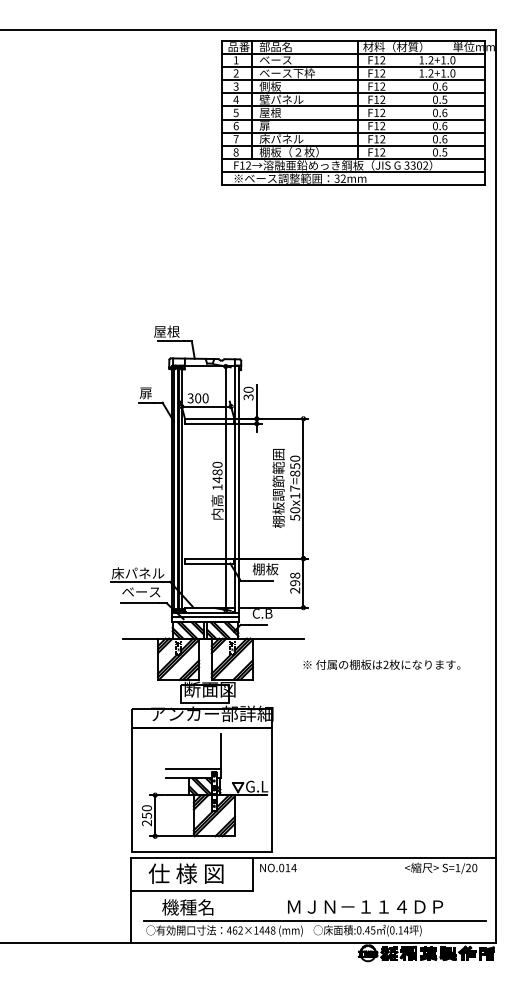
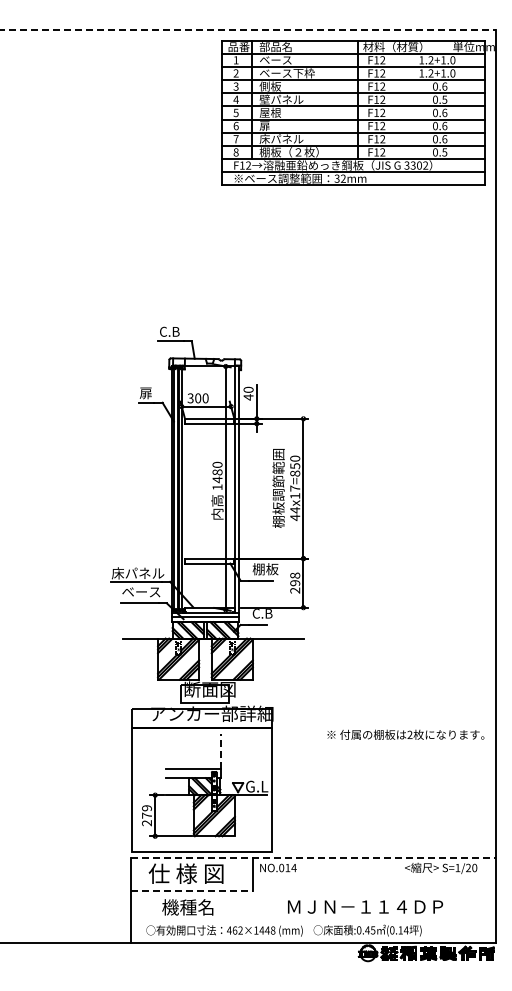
line at (248, 29): solid -> dashed
text at (166, 331): 屋根 -> C.B
text at (248, 397): 30 -> 40
text at (295, 513): 50x17=850 -> 44x17=850
text at (381, 664) position: (381, 664) -> (405, 734)
line at (221, 751): solid -> dashed
text at (146, 811): 250 -> 279
line at (313, 857): solid -> dashed
line at (191, 890): solid -> dashed
line at (315, 920): present -> none
